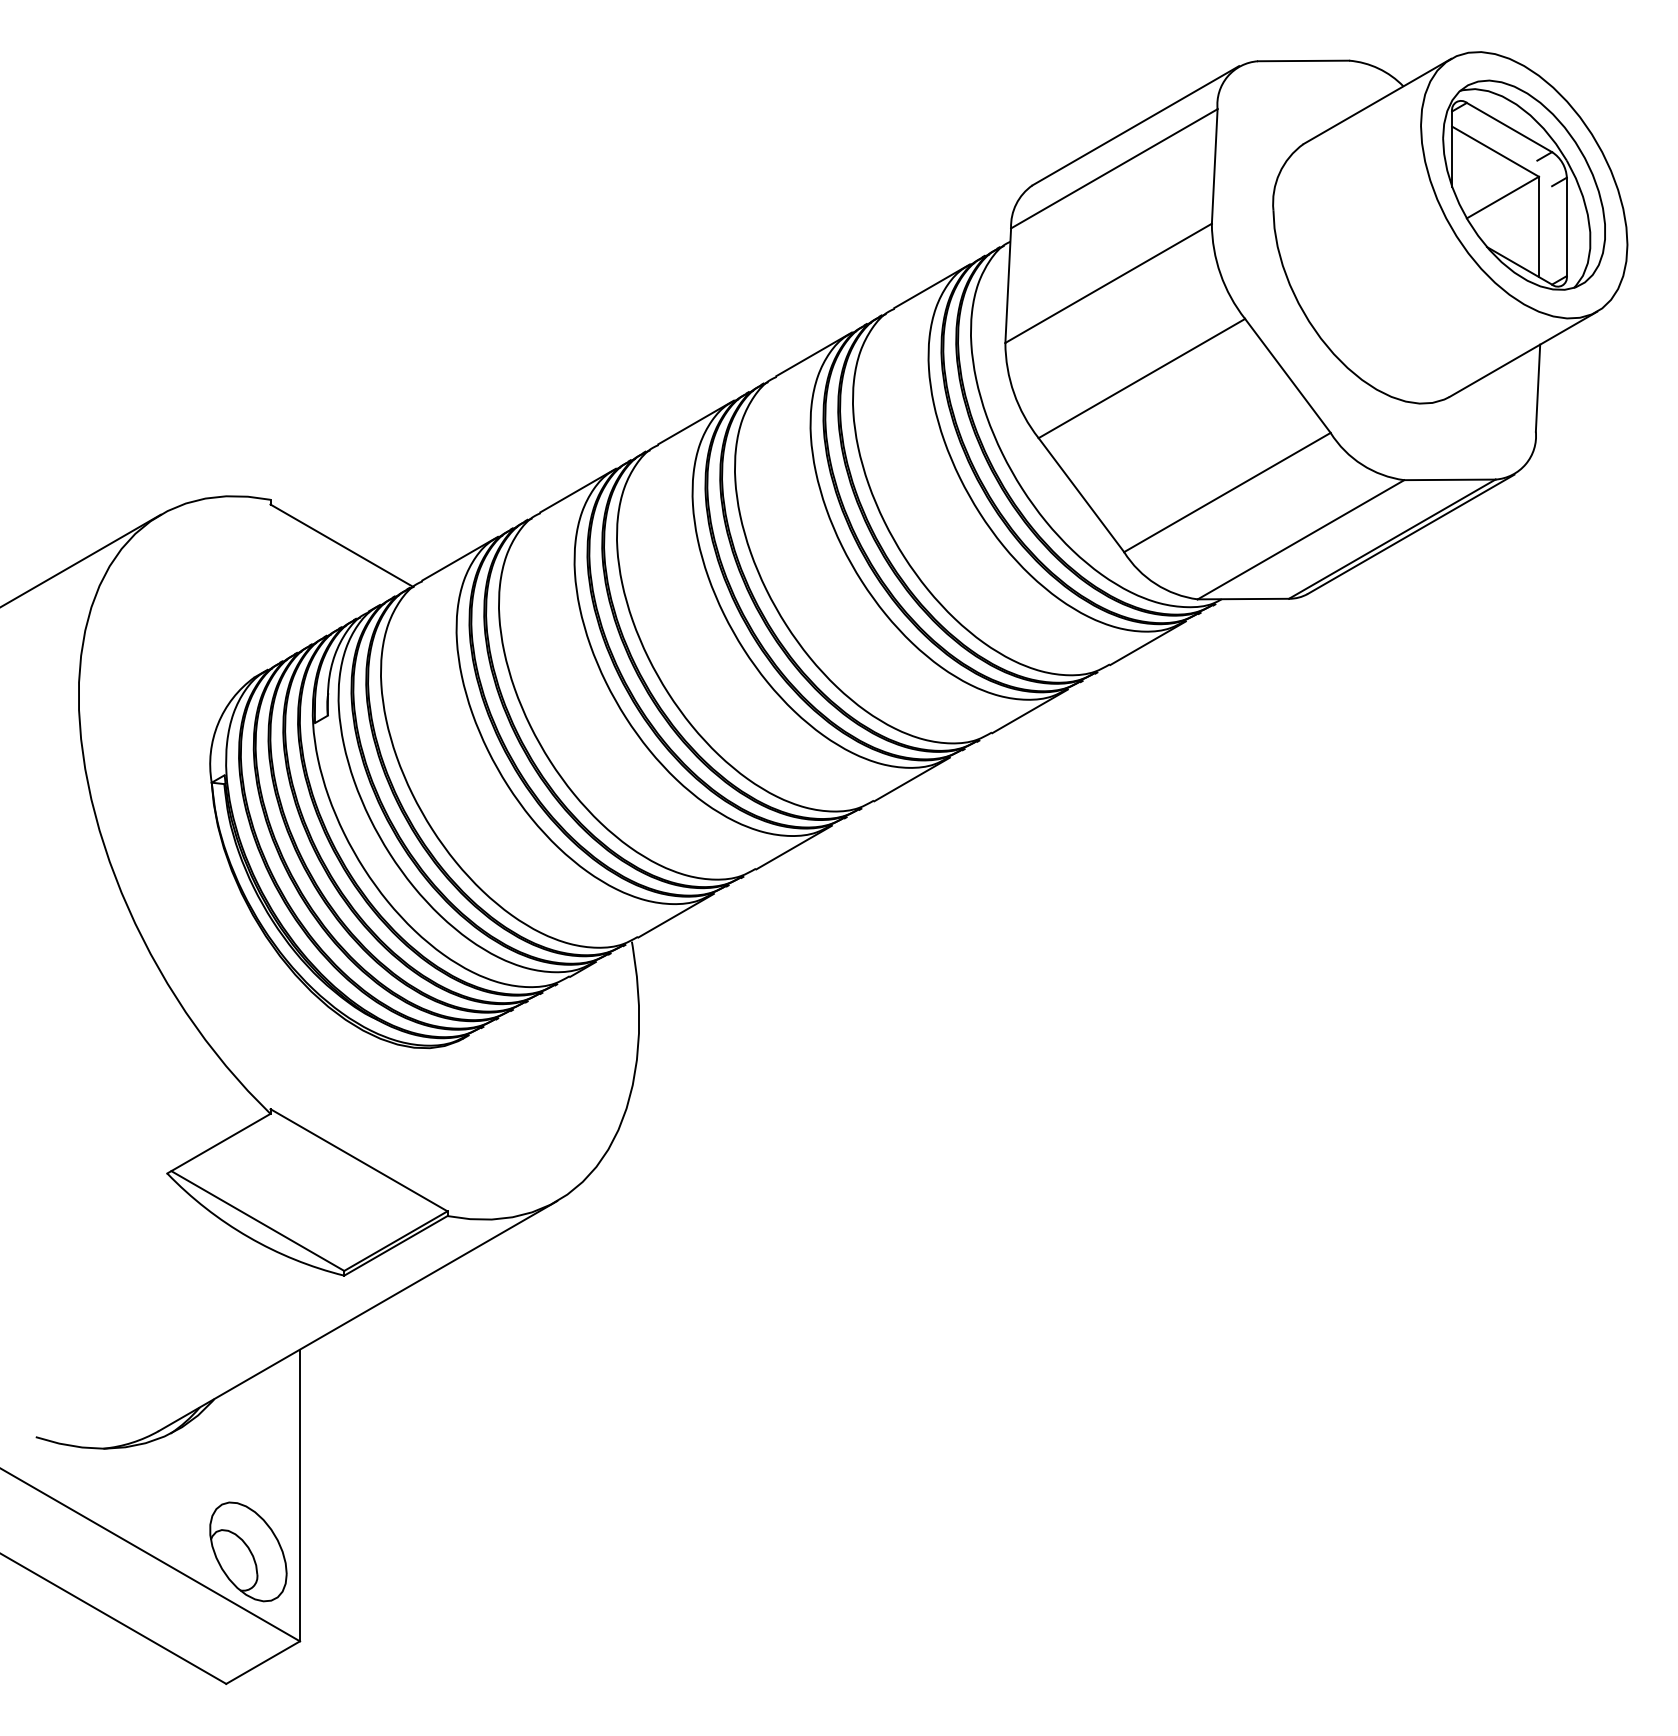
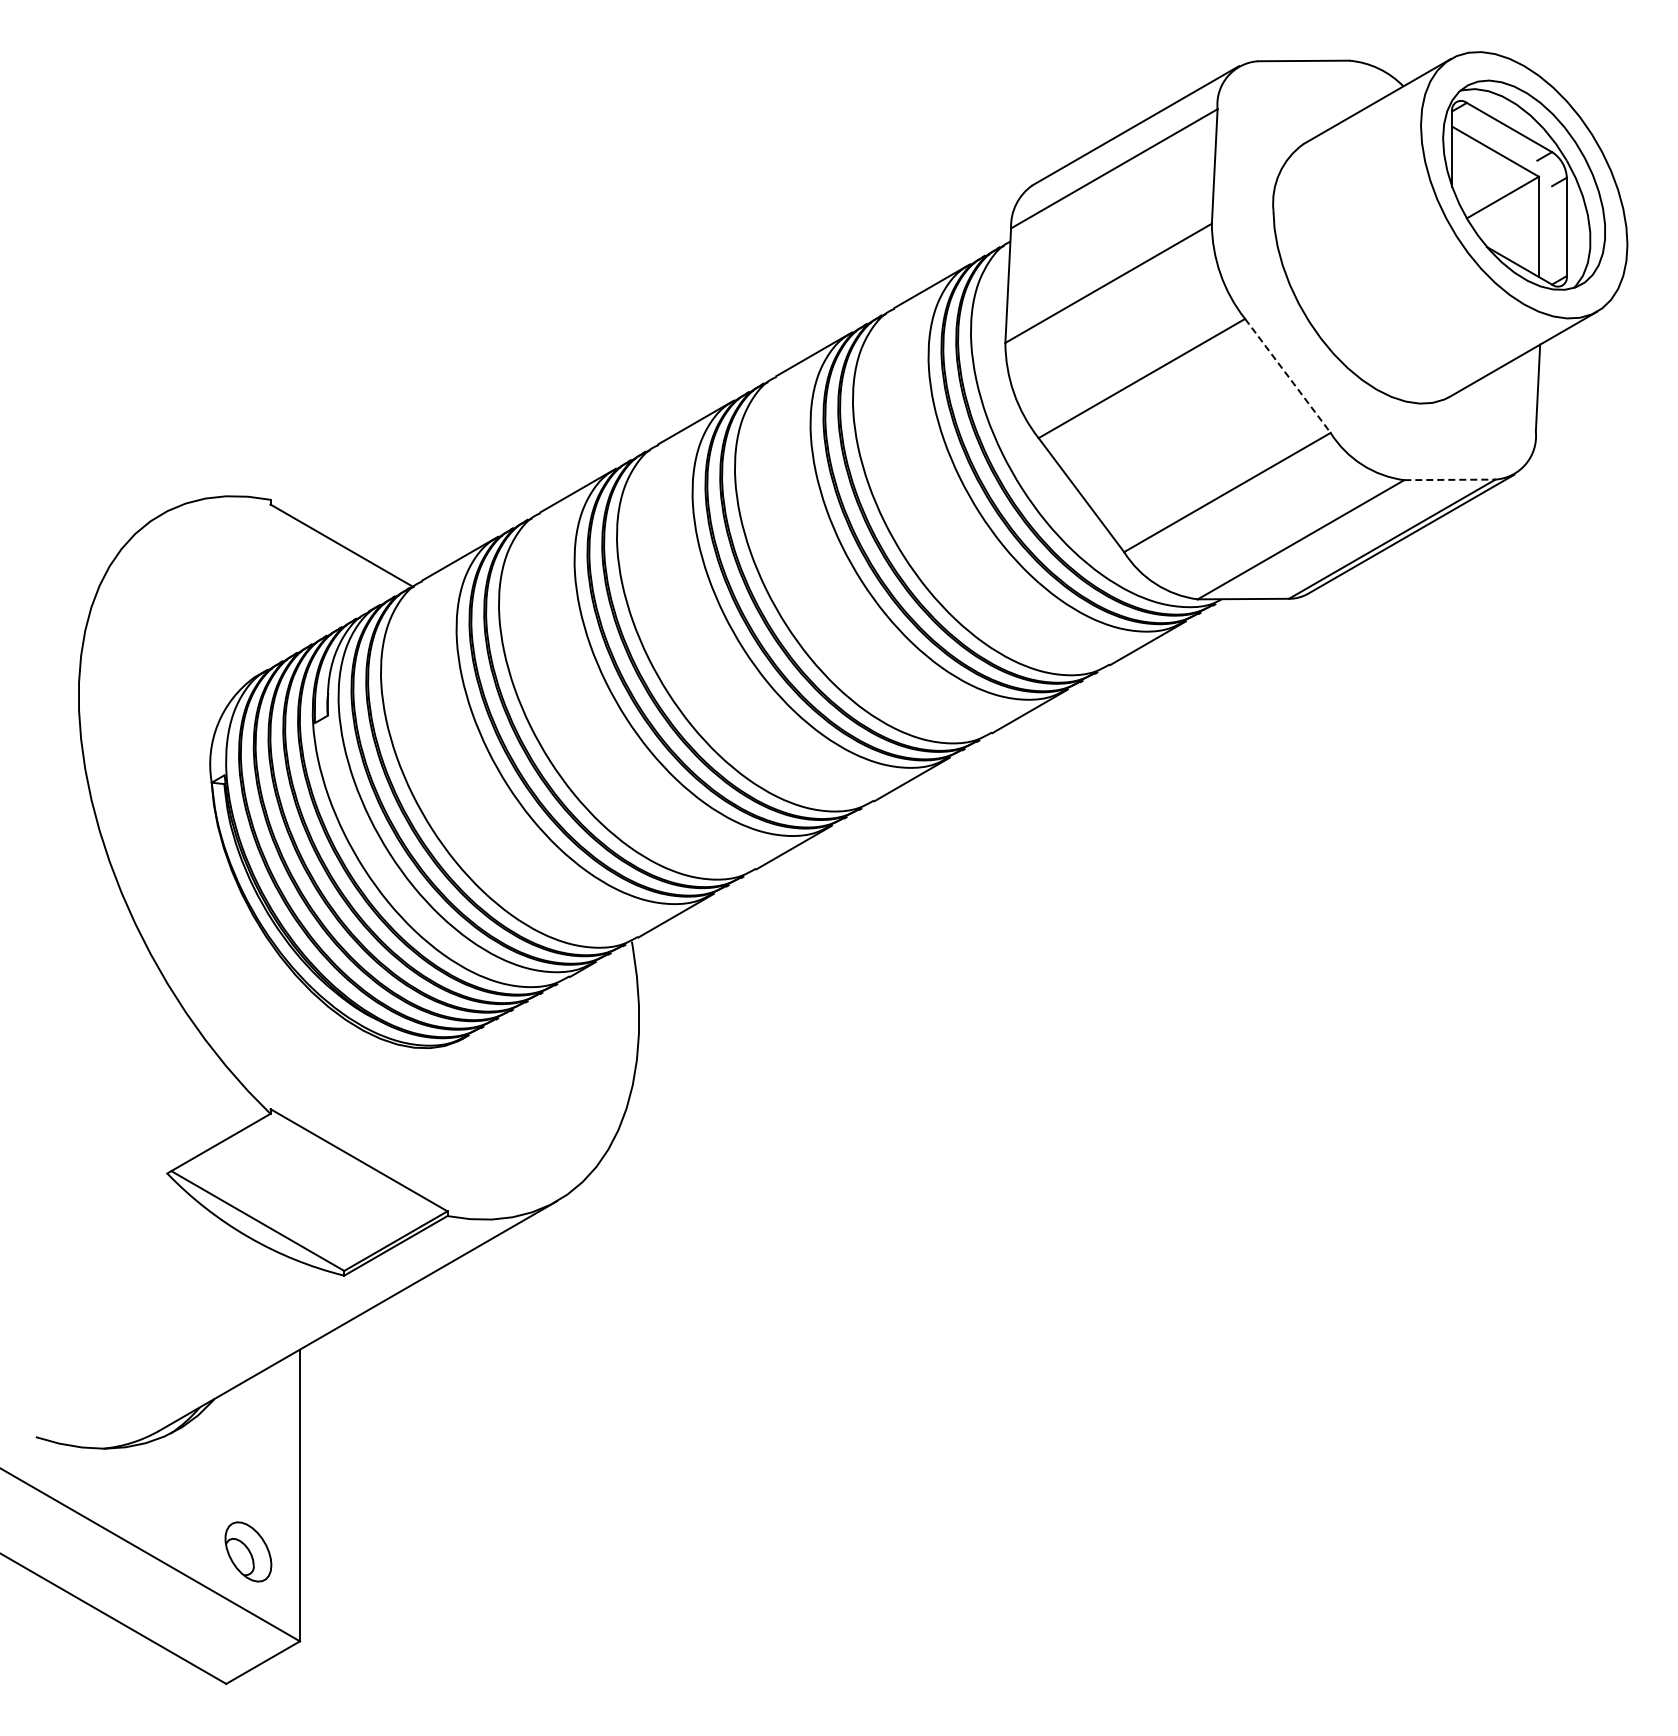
line at (1288, 376): solid -> dashed
line at (1449, 479): solid -> dashed
line at (81, 560): present -> none
part at (248, 1551) size: 79x102 px -> 49x62 px
